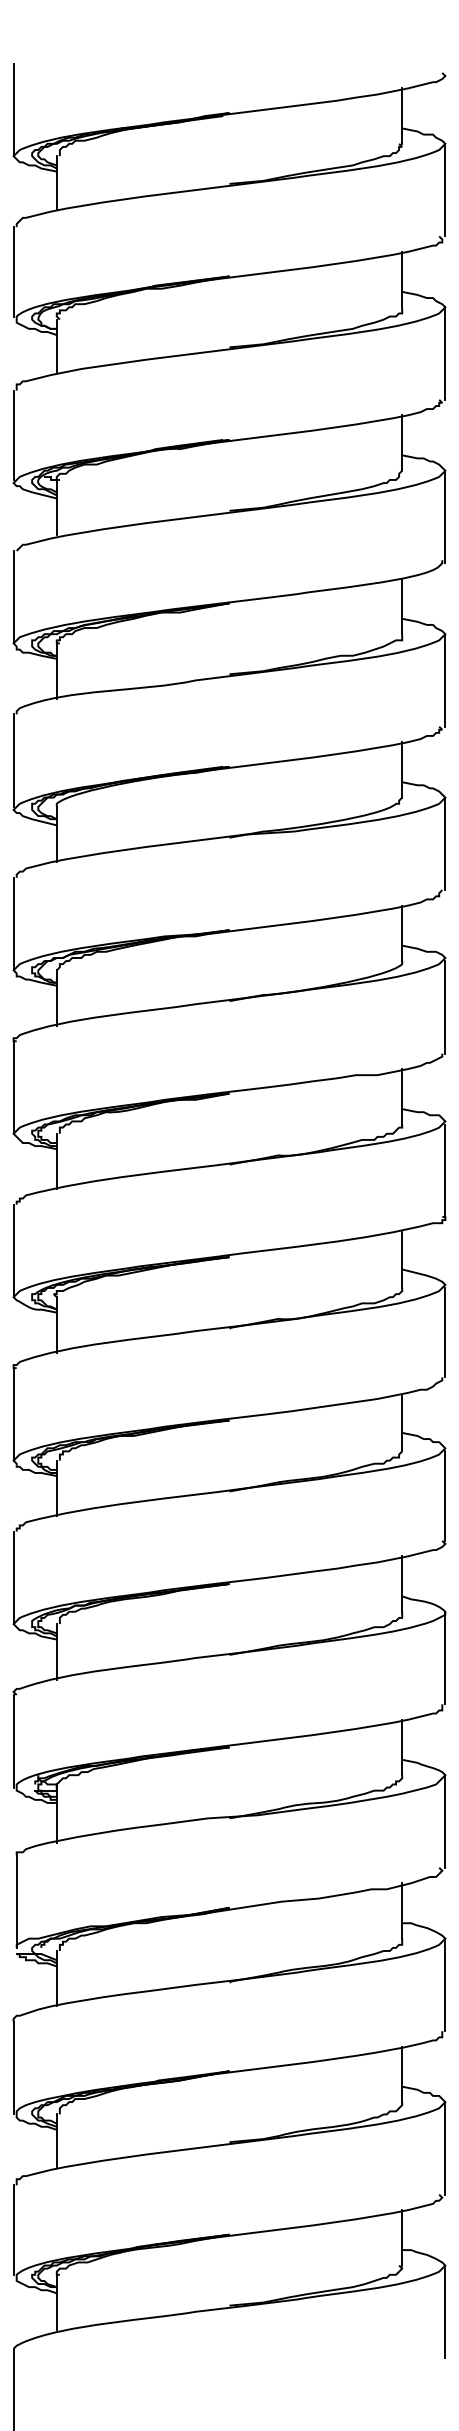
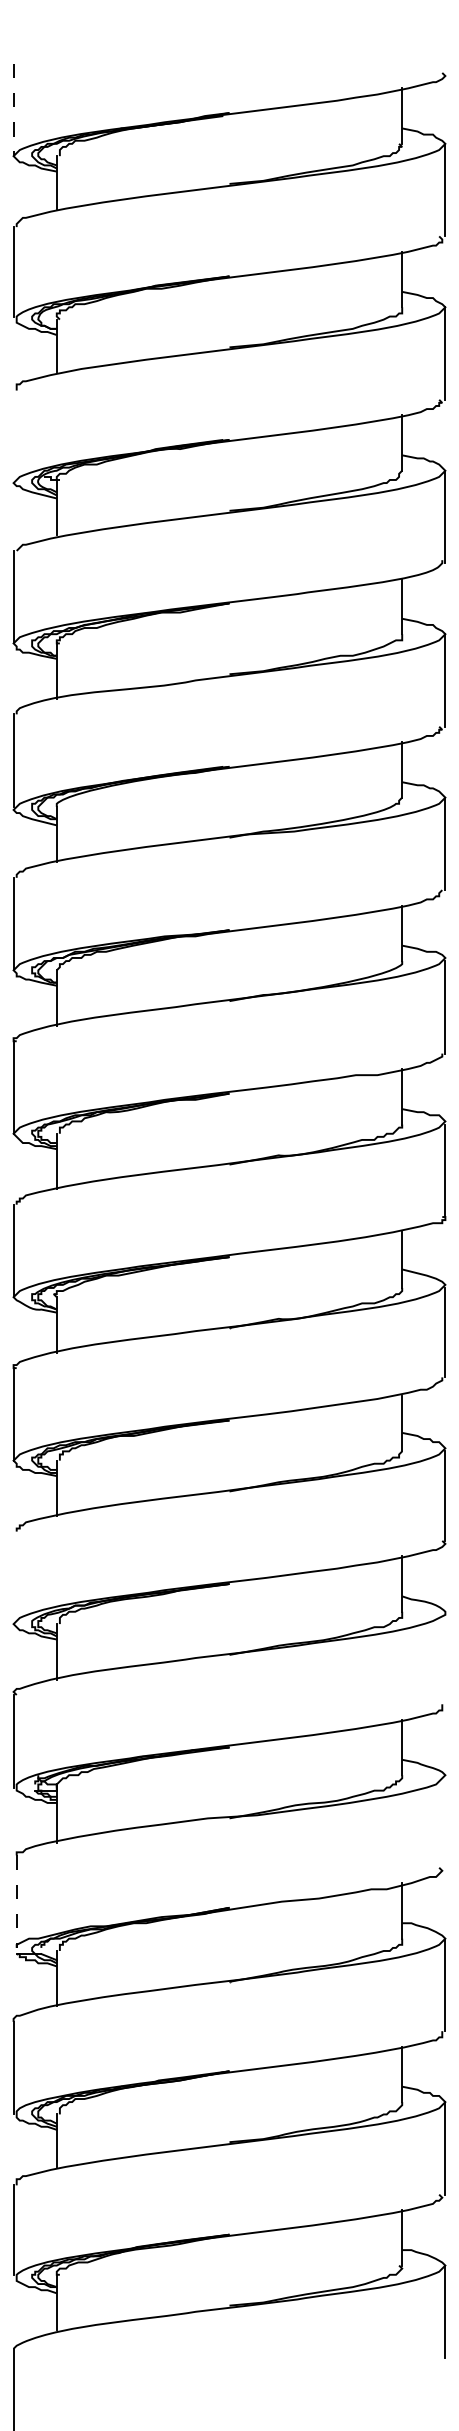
line at (13, 110): solid -> dashed
line at (13, 434): present -> none
line at (13, 1577): present -> none
line at (445, 1657): present -> none
line at (445, 1821): present -> none
line at (16, 1902): solid -> dashed
